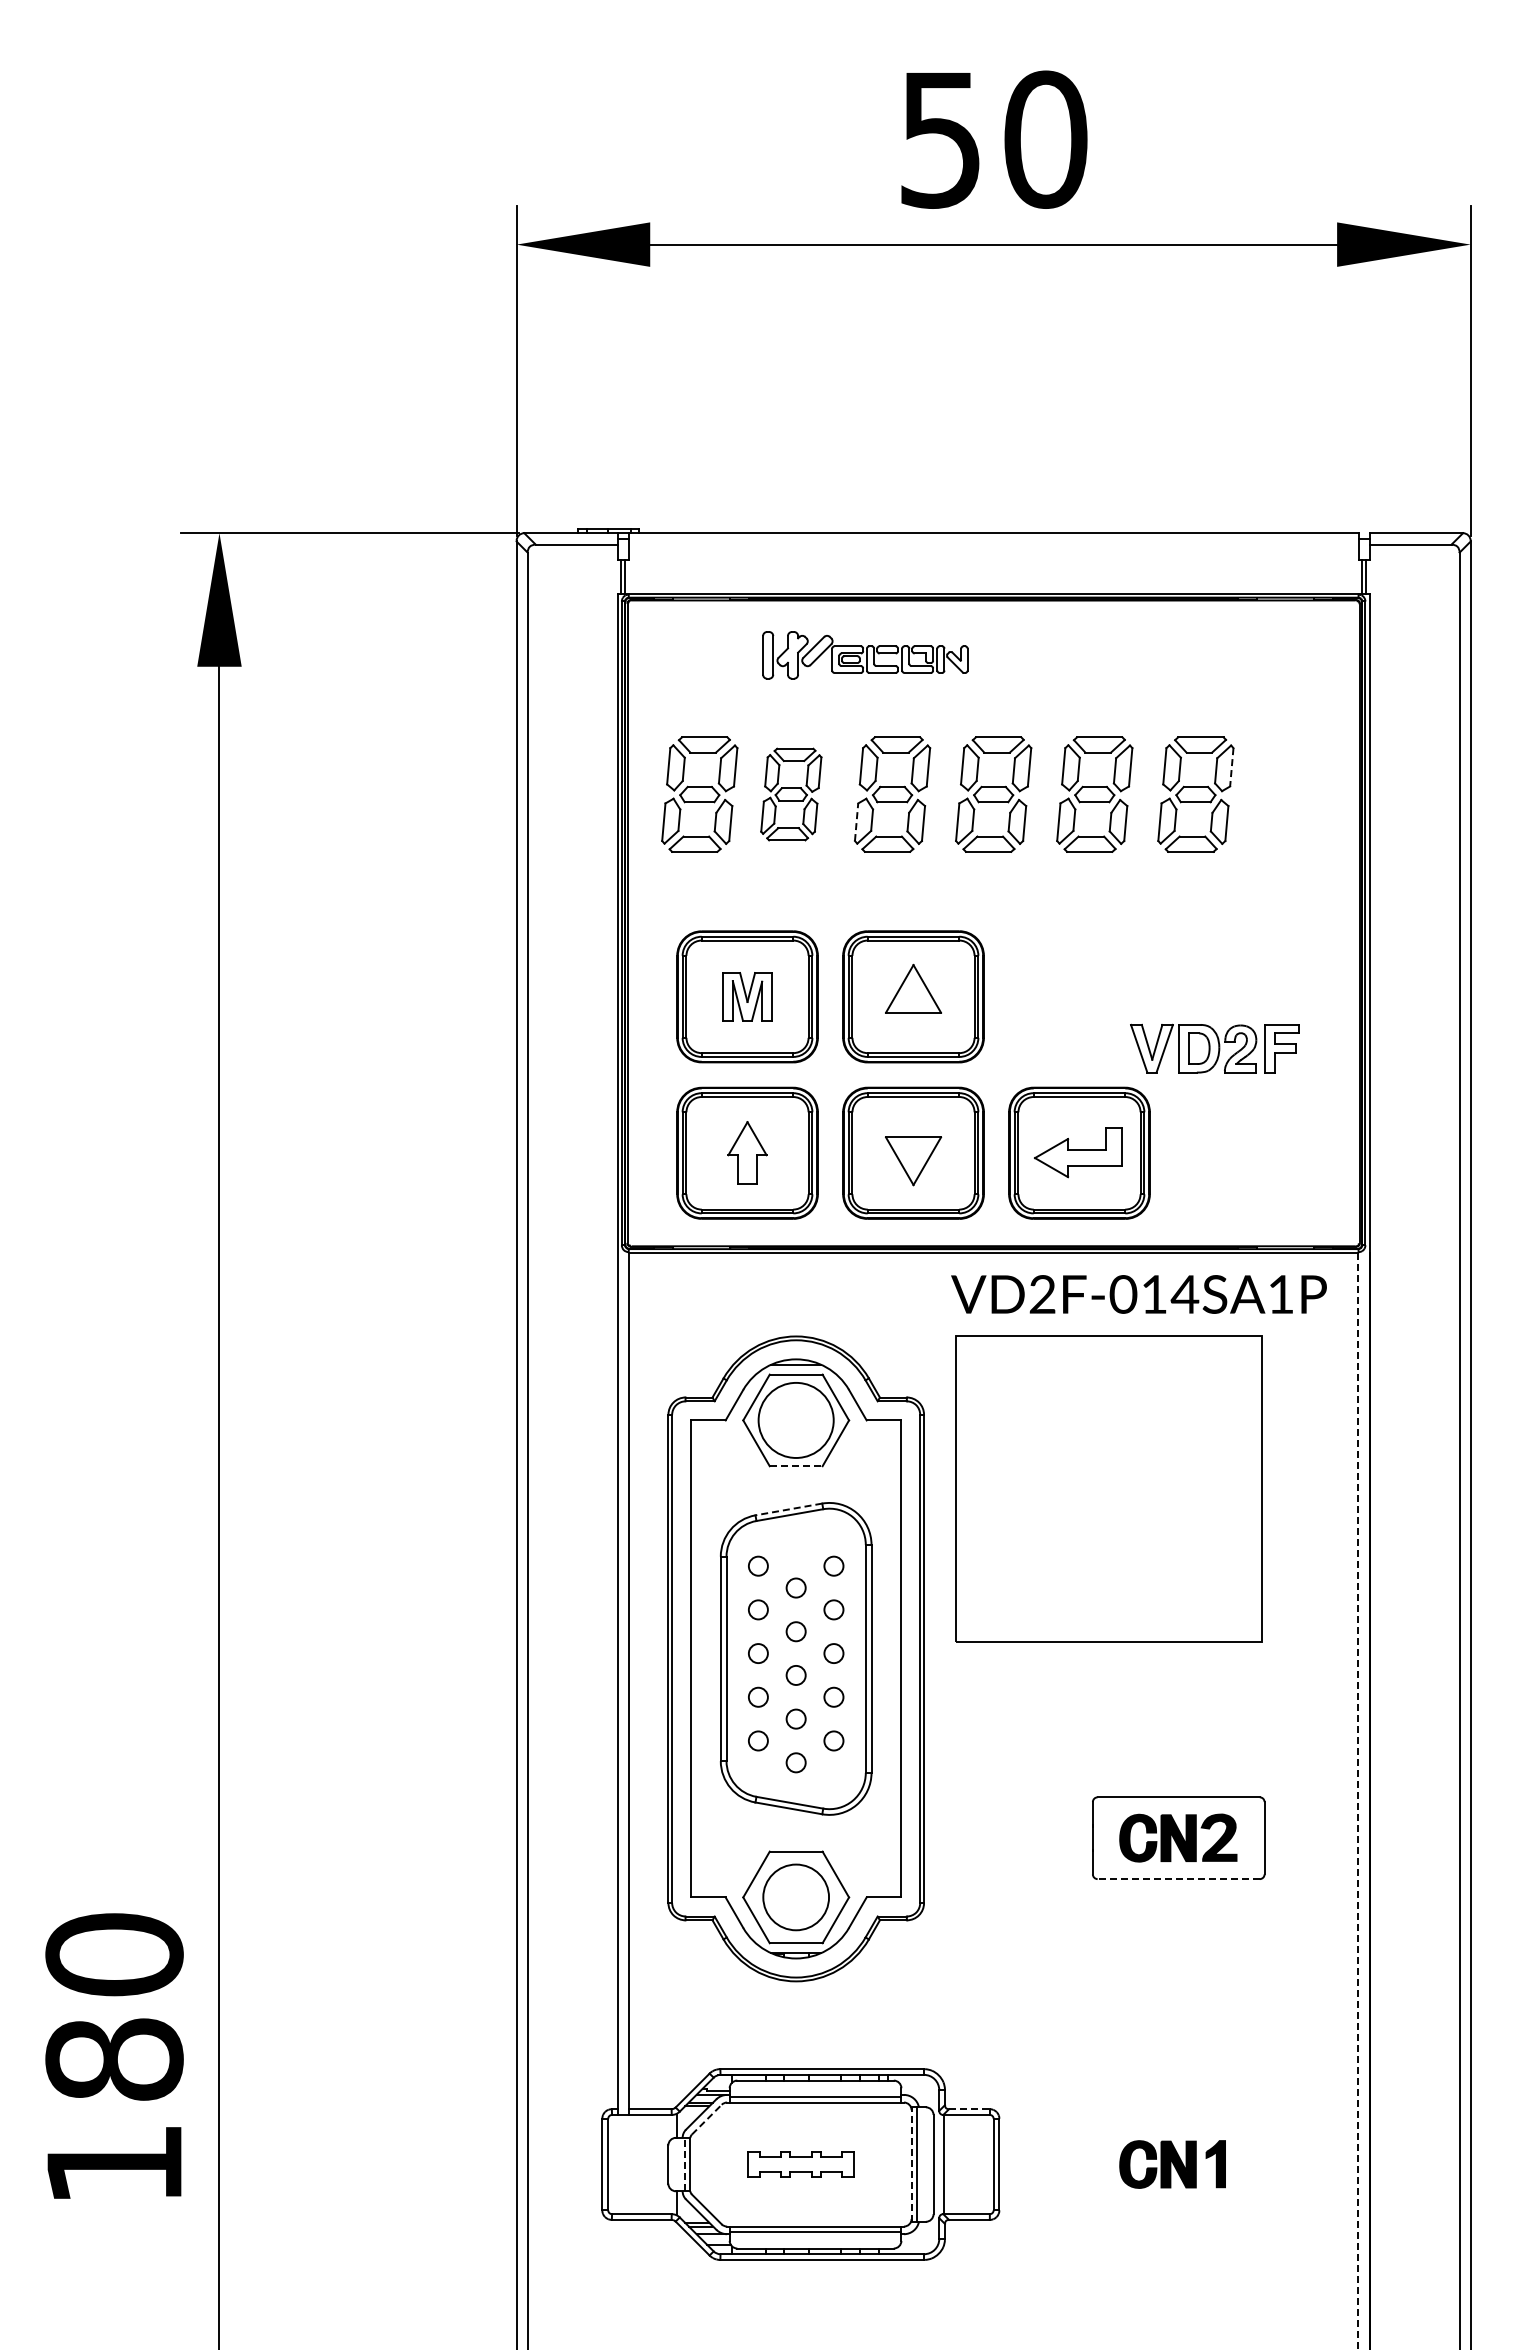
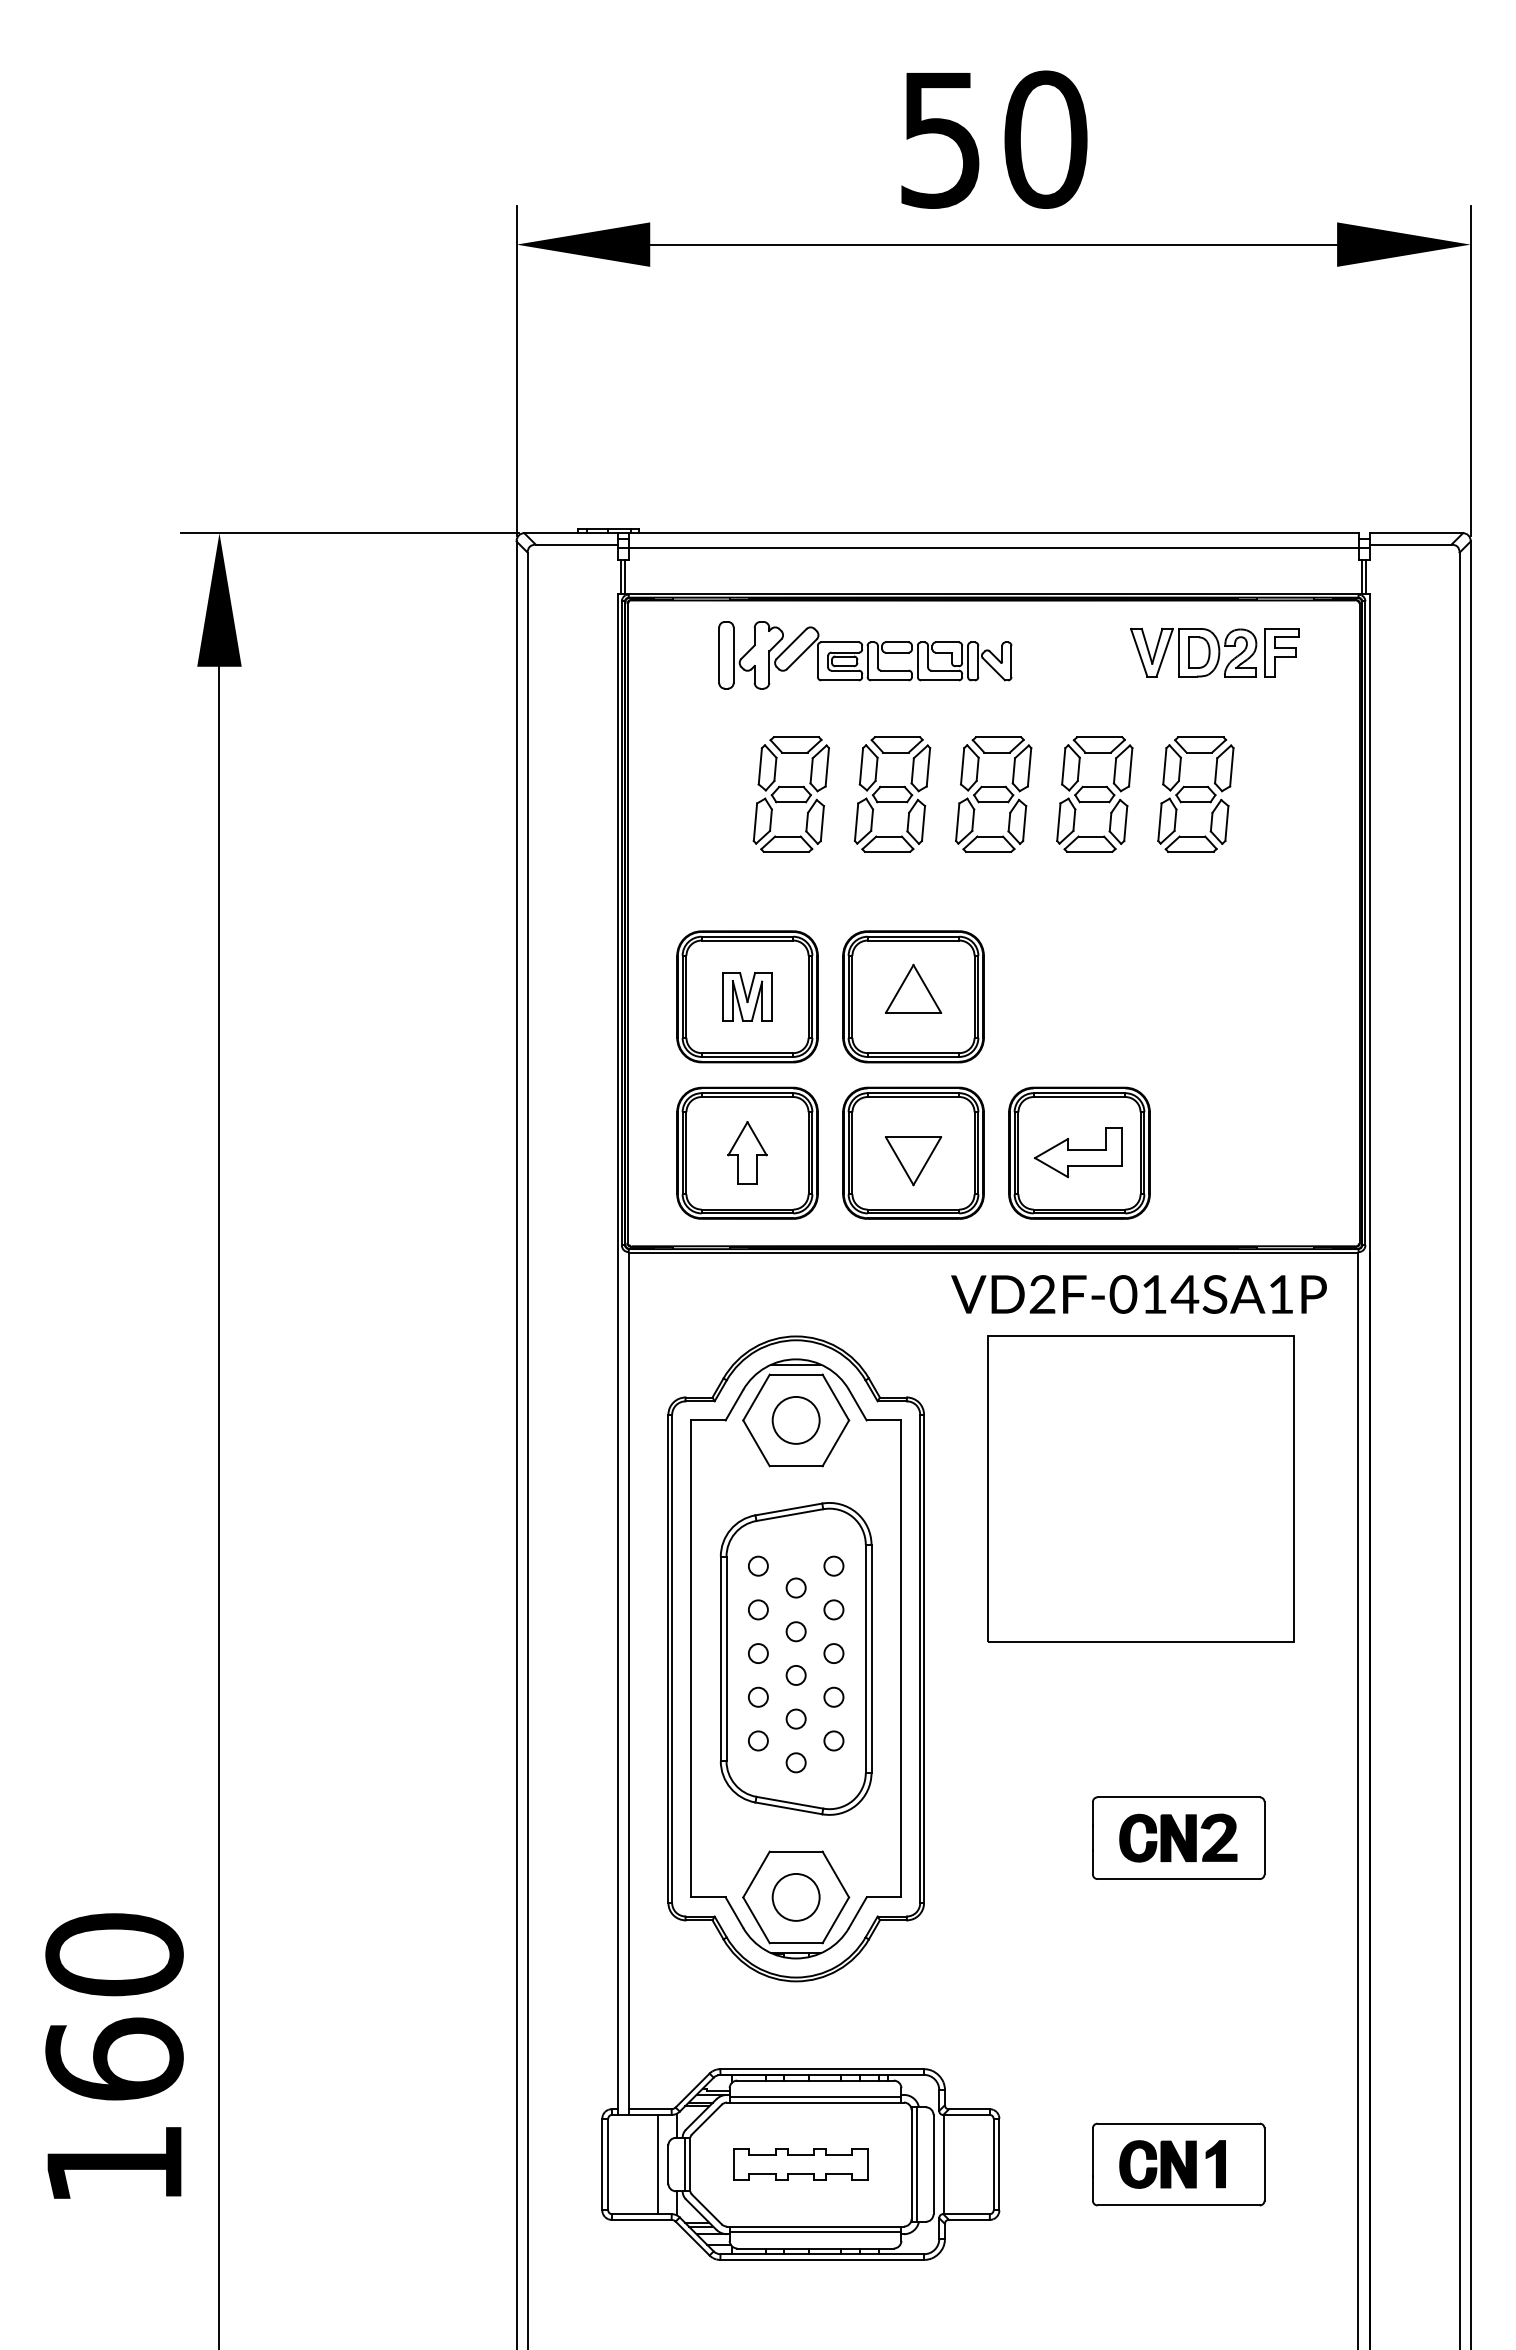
line at (993, 548): none -> present
part at (865, 655) size: 207x49 px -> 295x69 px
line at (1231, 767): dashed -> solid
part at (699, 794): present -> none
part at (791, 794) size: 63x95 px -> 78x117 px
line at (856, 822): dashed -> solid
part at (1214, 1048) position: (1214, 1048) -> (1214, 652)
circle at (795, 1419) diameter: 75 px -> 47 px
line at (796, 1466): dashed -> solid
part at (1108, 1488) position: (1108, 1488) -> (1140, 1488)
line at (788, 1509): dashed -> solid
line at (1358, 1801): dashed -> solid
line at (1178, 1879): dashed -> solid
circle at (796, 1897) diameter: 66 px -> 47 px
text at (114, 2058): 180 -> 160
line at (969, 2109): dashed -> solid
line at (707, 2119): dashed -> solid
line at (657, 2164): none -> present
line at (684, 2164): dashed -> solid
part at (800, 2164) size: 108x27 px -> 136x33 px
line at (911, 2164): dashed -> solid
part at (1178, 2164): none -> present
